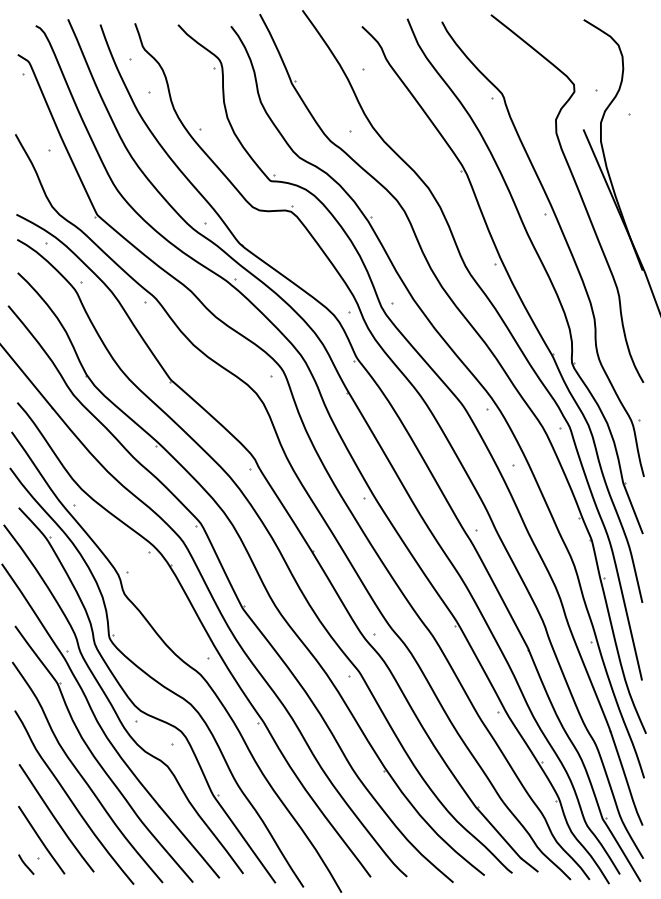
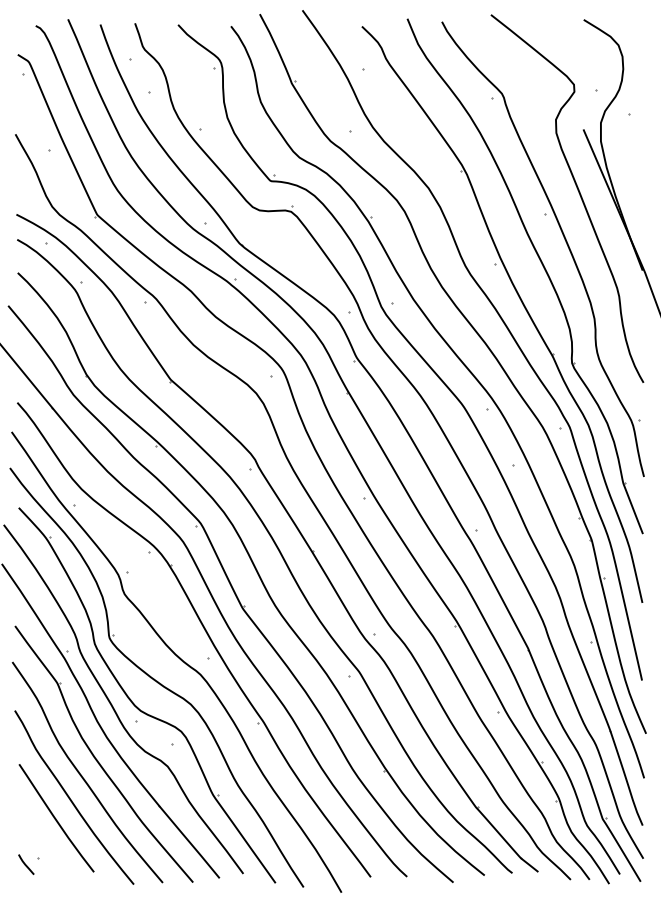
line at (41, 839): present -> none
